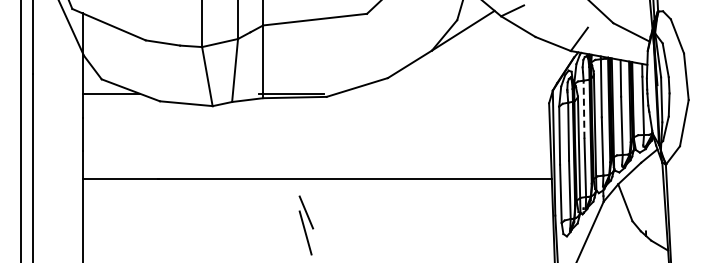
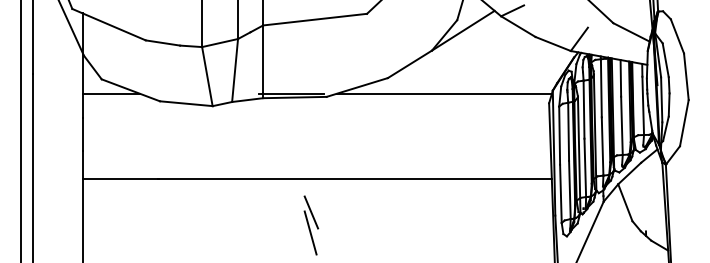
line at (443, 93): none -> present
line at (584, 109): dashed -> solid
part at (306, 225) position: (306, 225) -> (311, 225)
